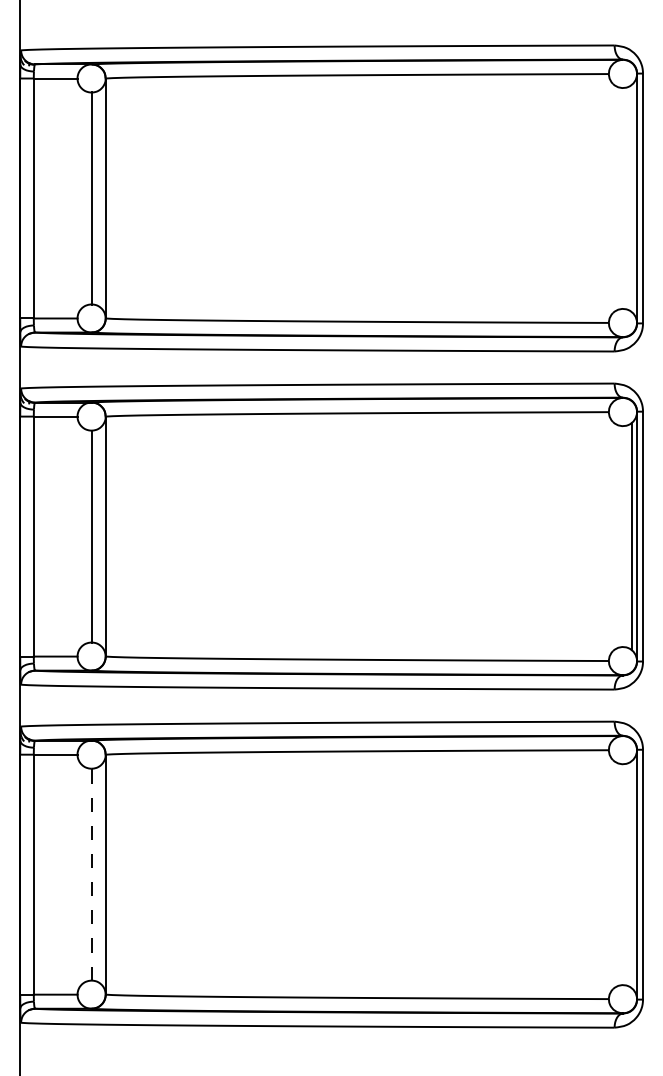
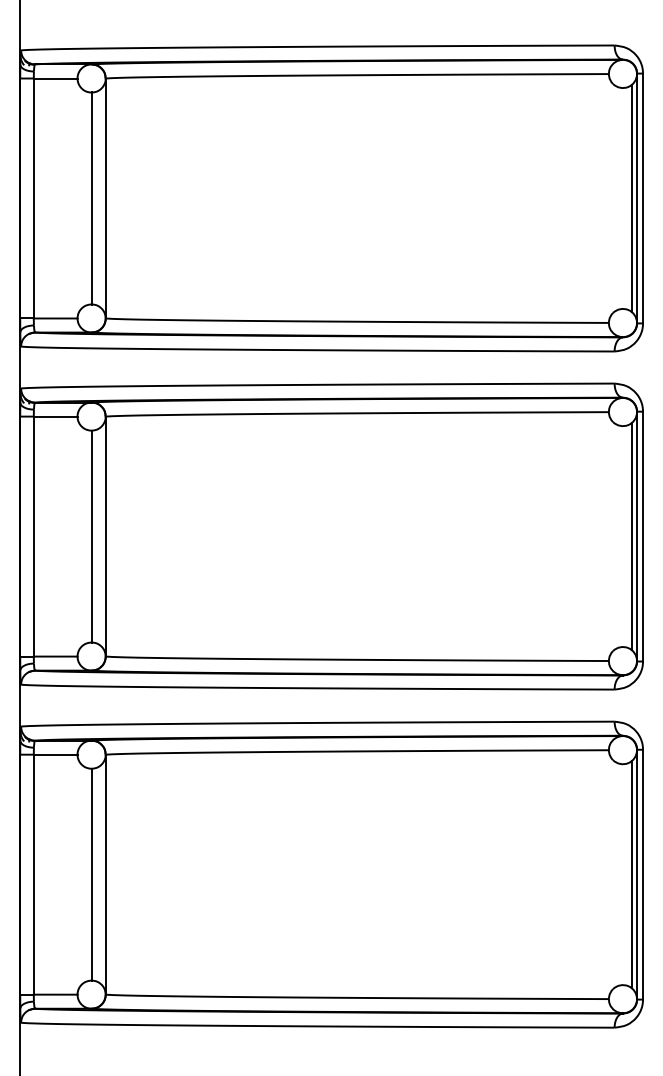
line at (631, 198): none -> present
line at (92, 874): dashed -> solid
line at (631, 874): none -> present
